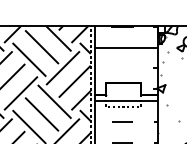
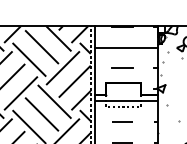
line at (122, 67): none -> present
